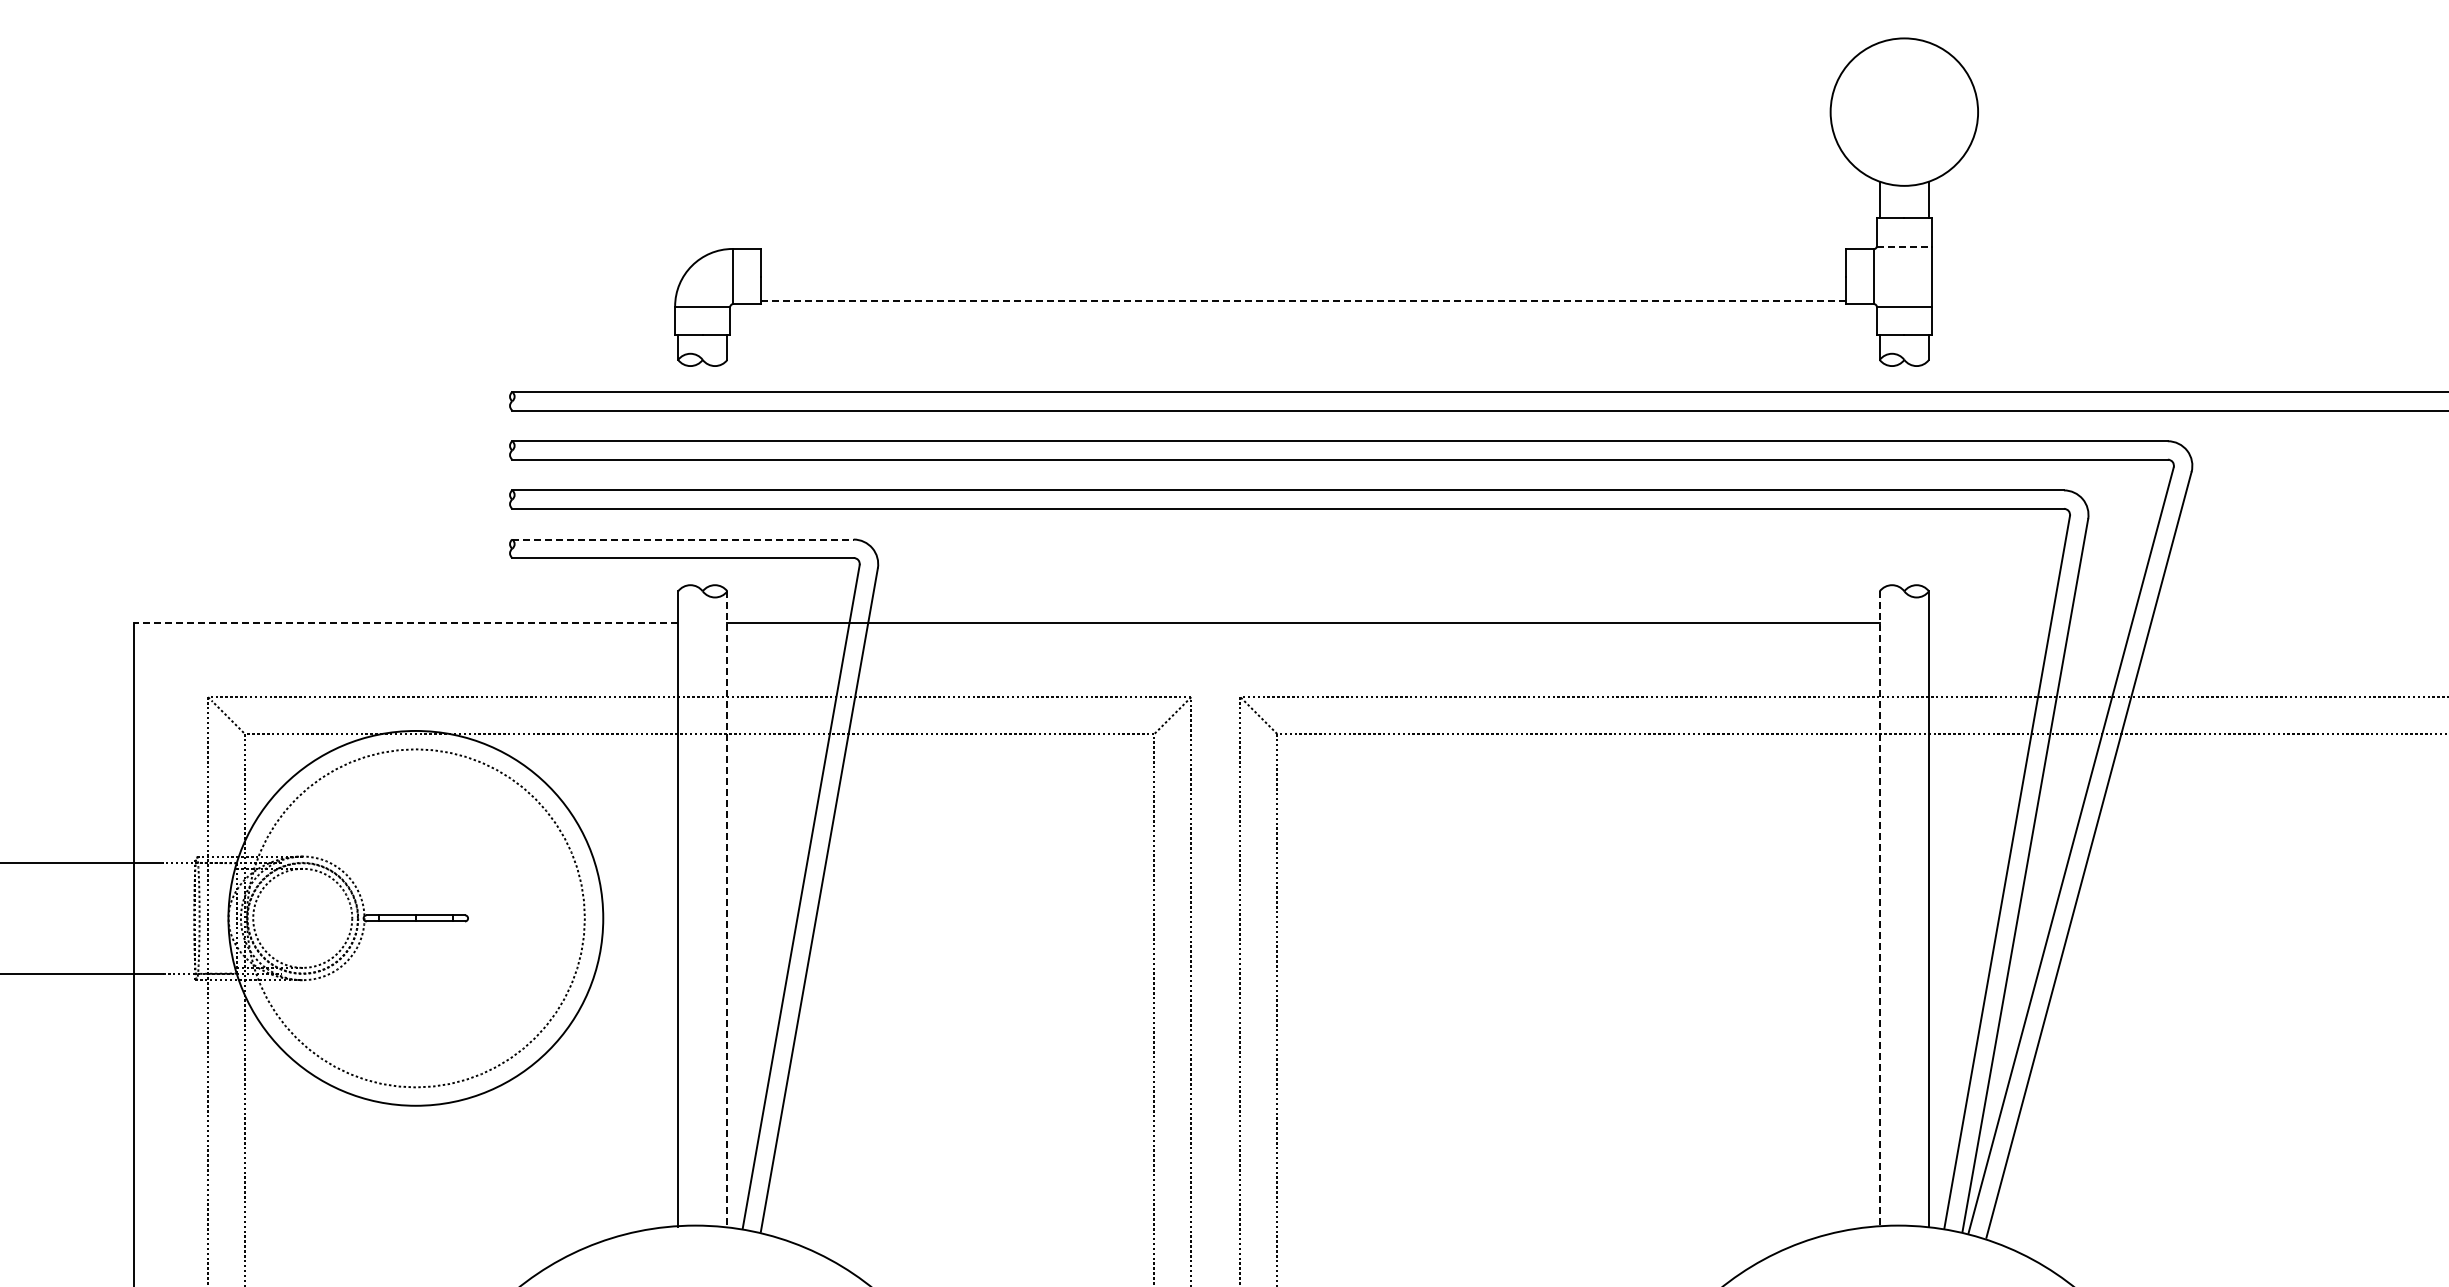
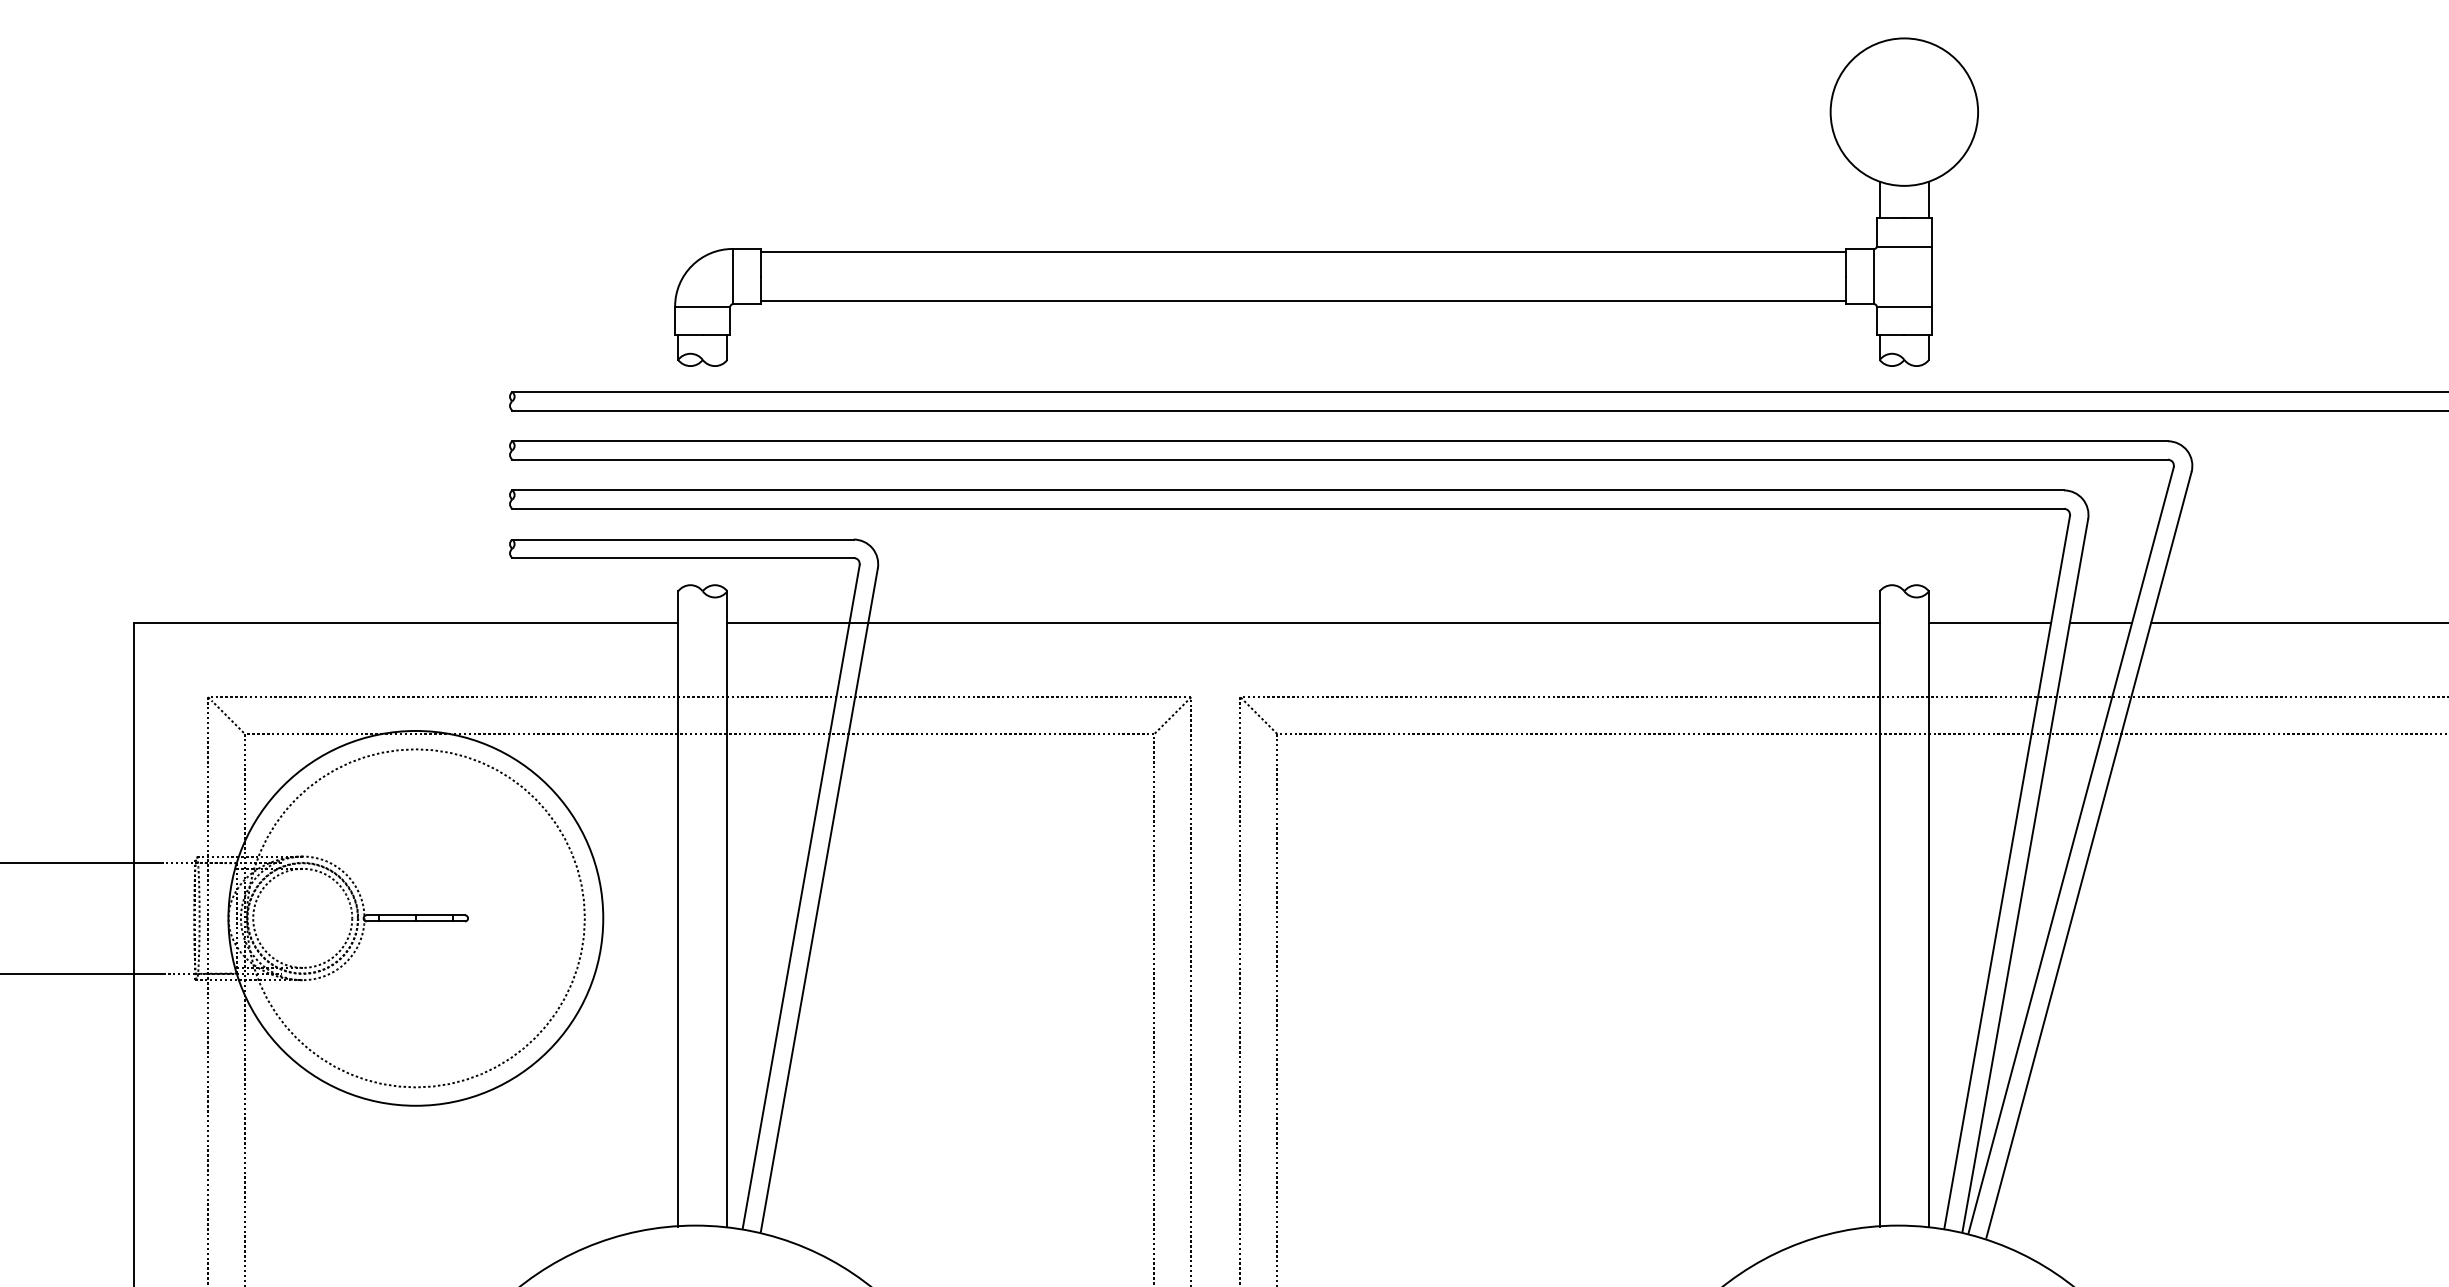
line at (1904, 246): dashed -> solid
line at (1303, 252): none -> present
line at (1304, 301): dashed -> solid
line at (683, 539): dashed -> solid
line at (406, 623): dashed -> solid
line at (1989, 623): none -> present
line at (2100, 623): none -> present
line at (2298, 623): none -> present
line at (727, 909): dashed -> solid
line at (1879, 909): dashed -> solid
